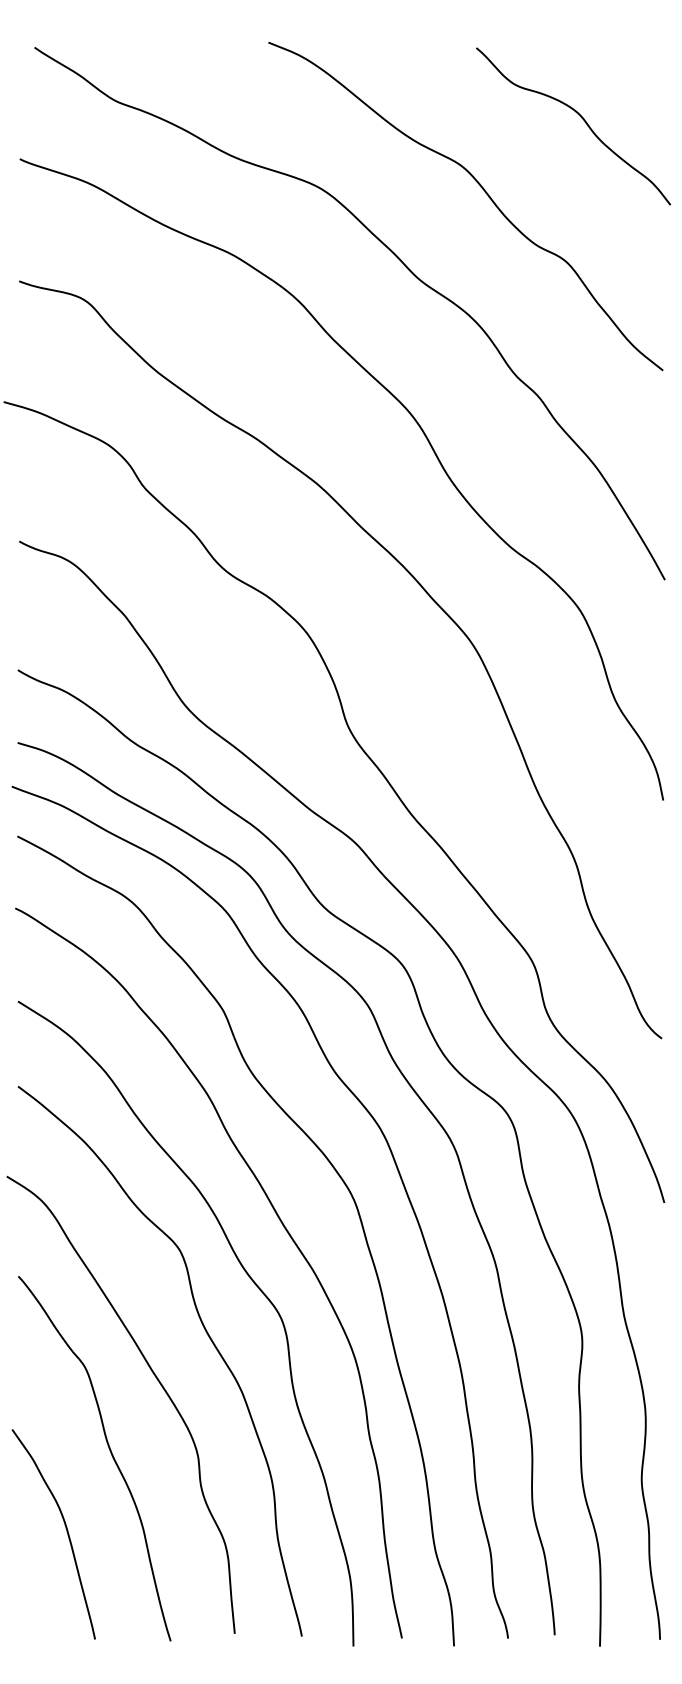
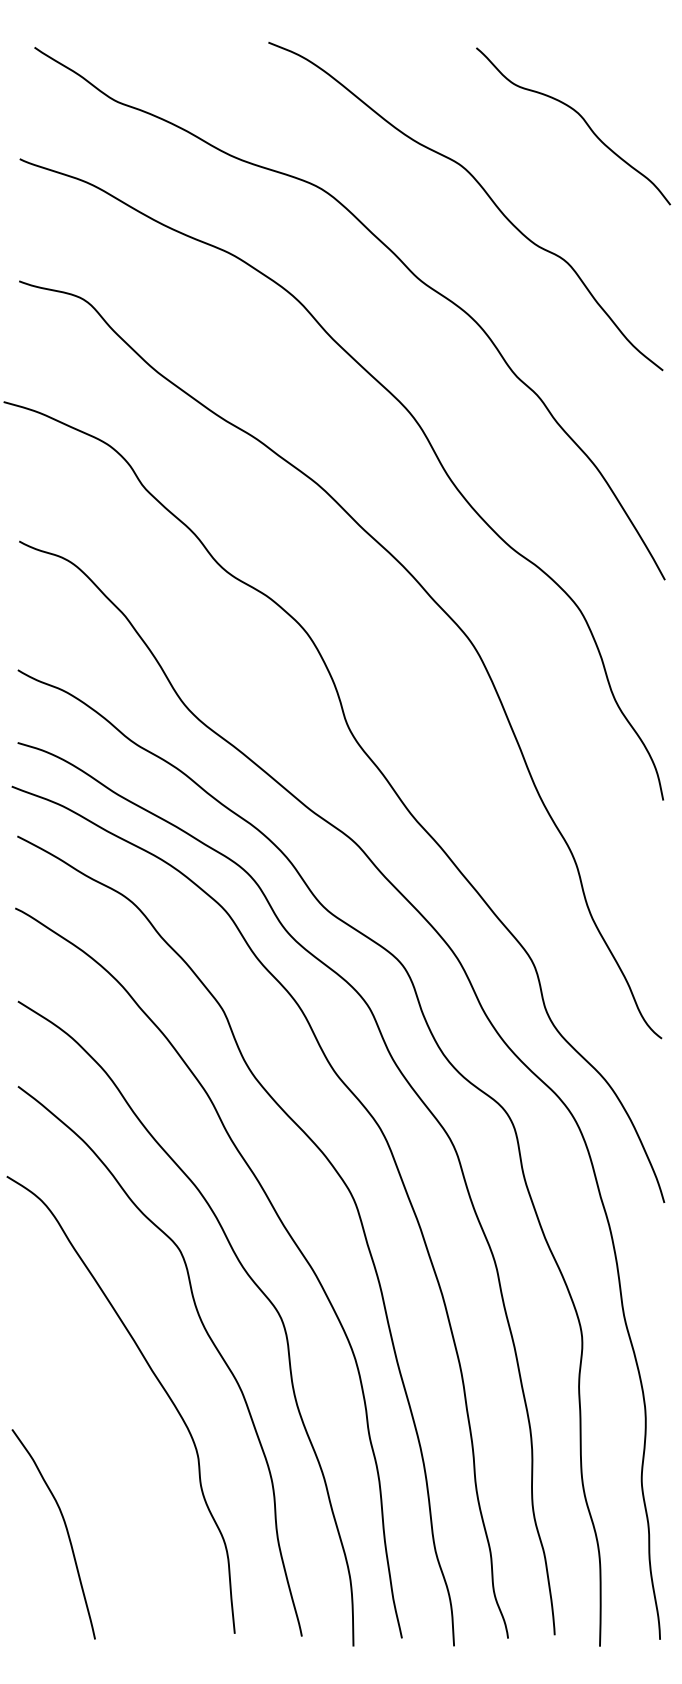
curve at (109, 1451): present -> none
